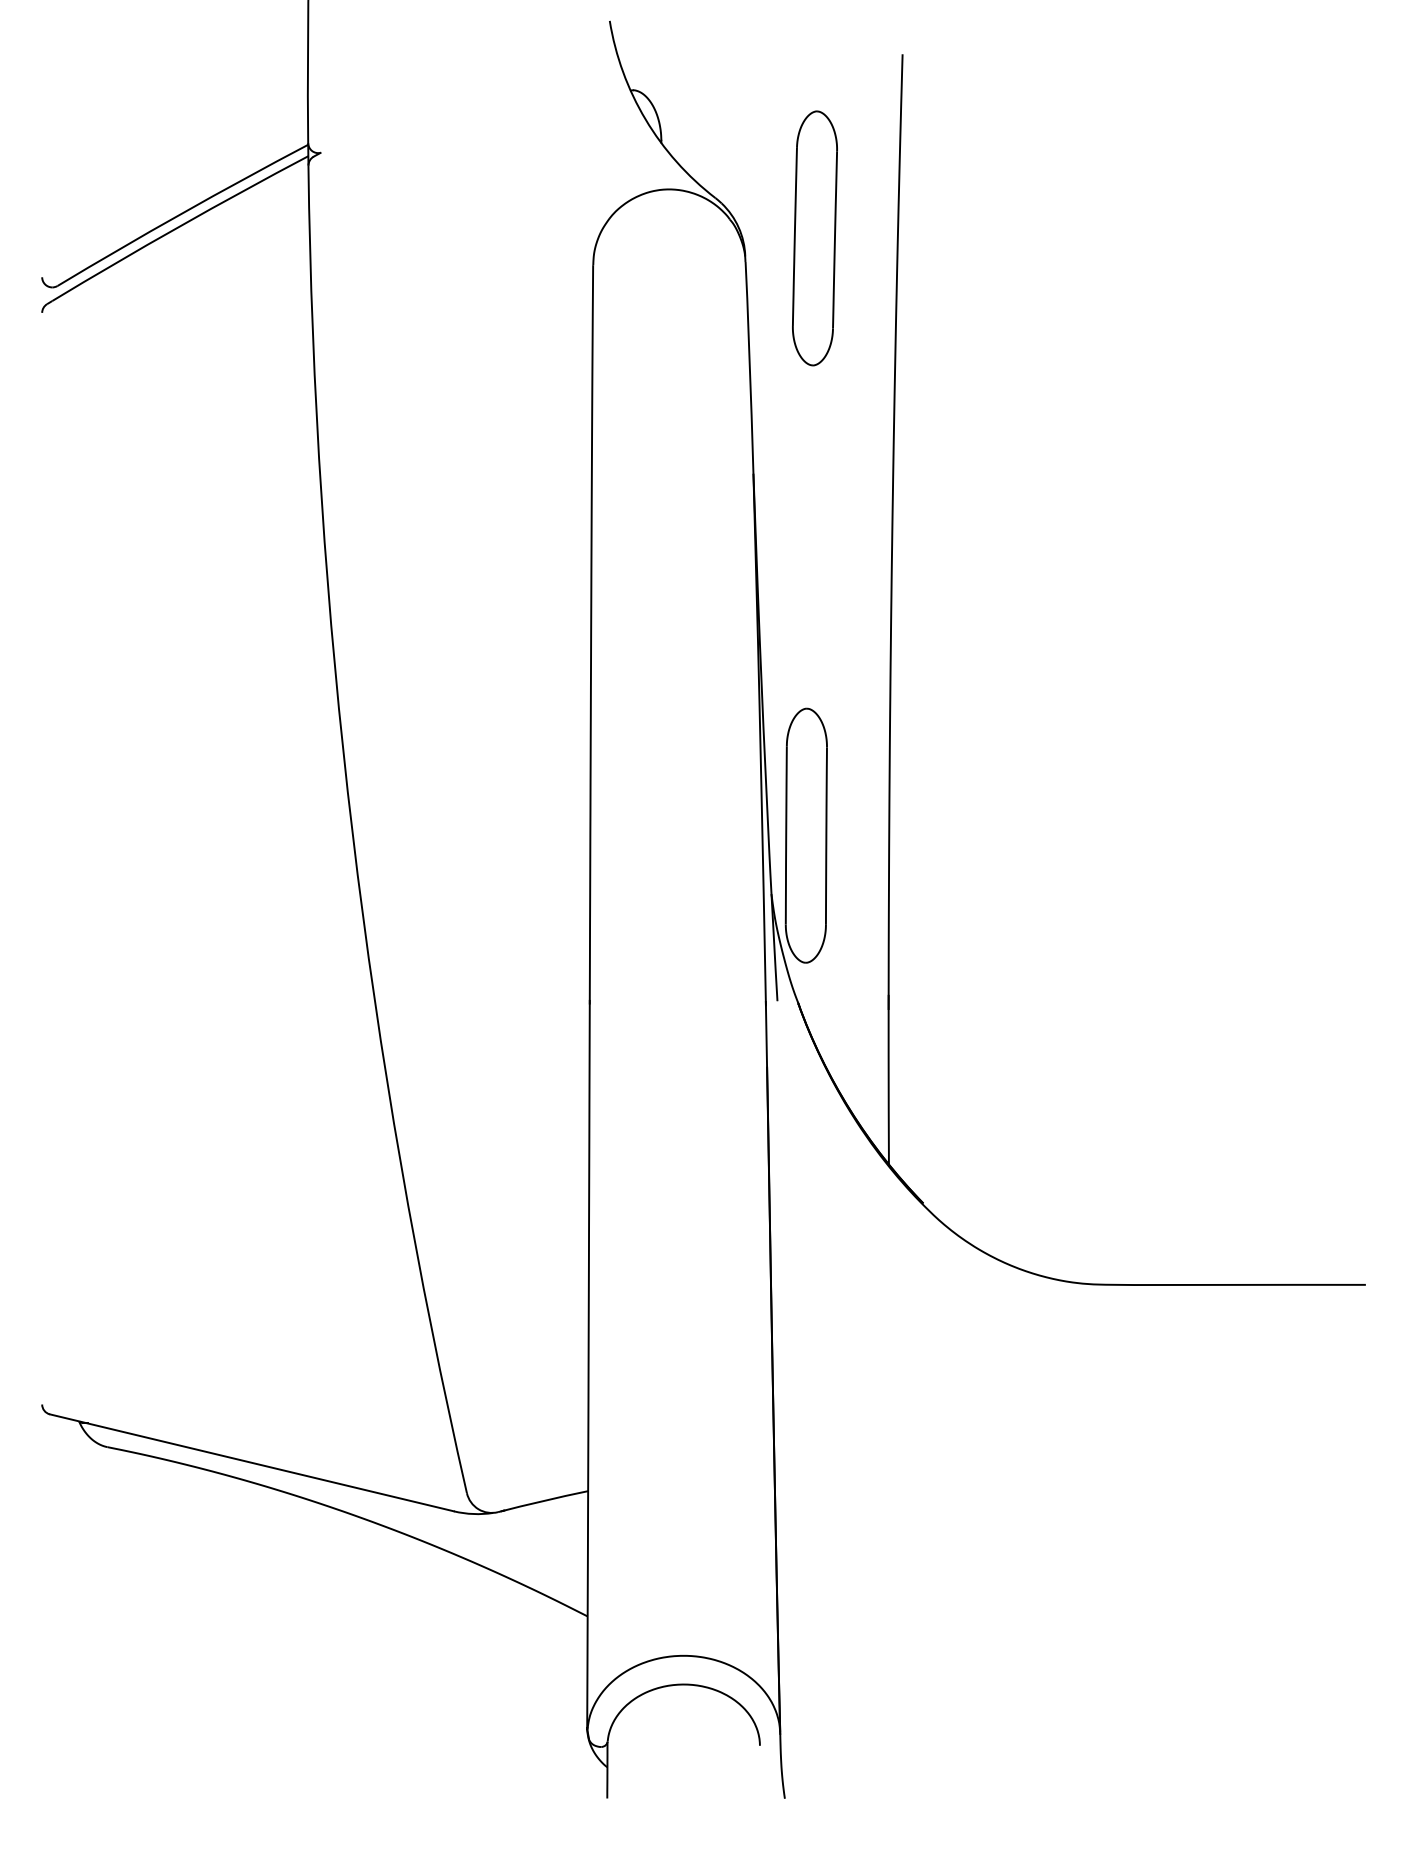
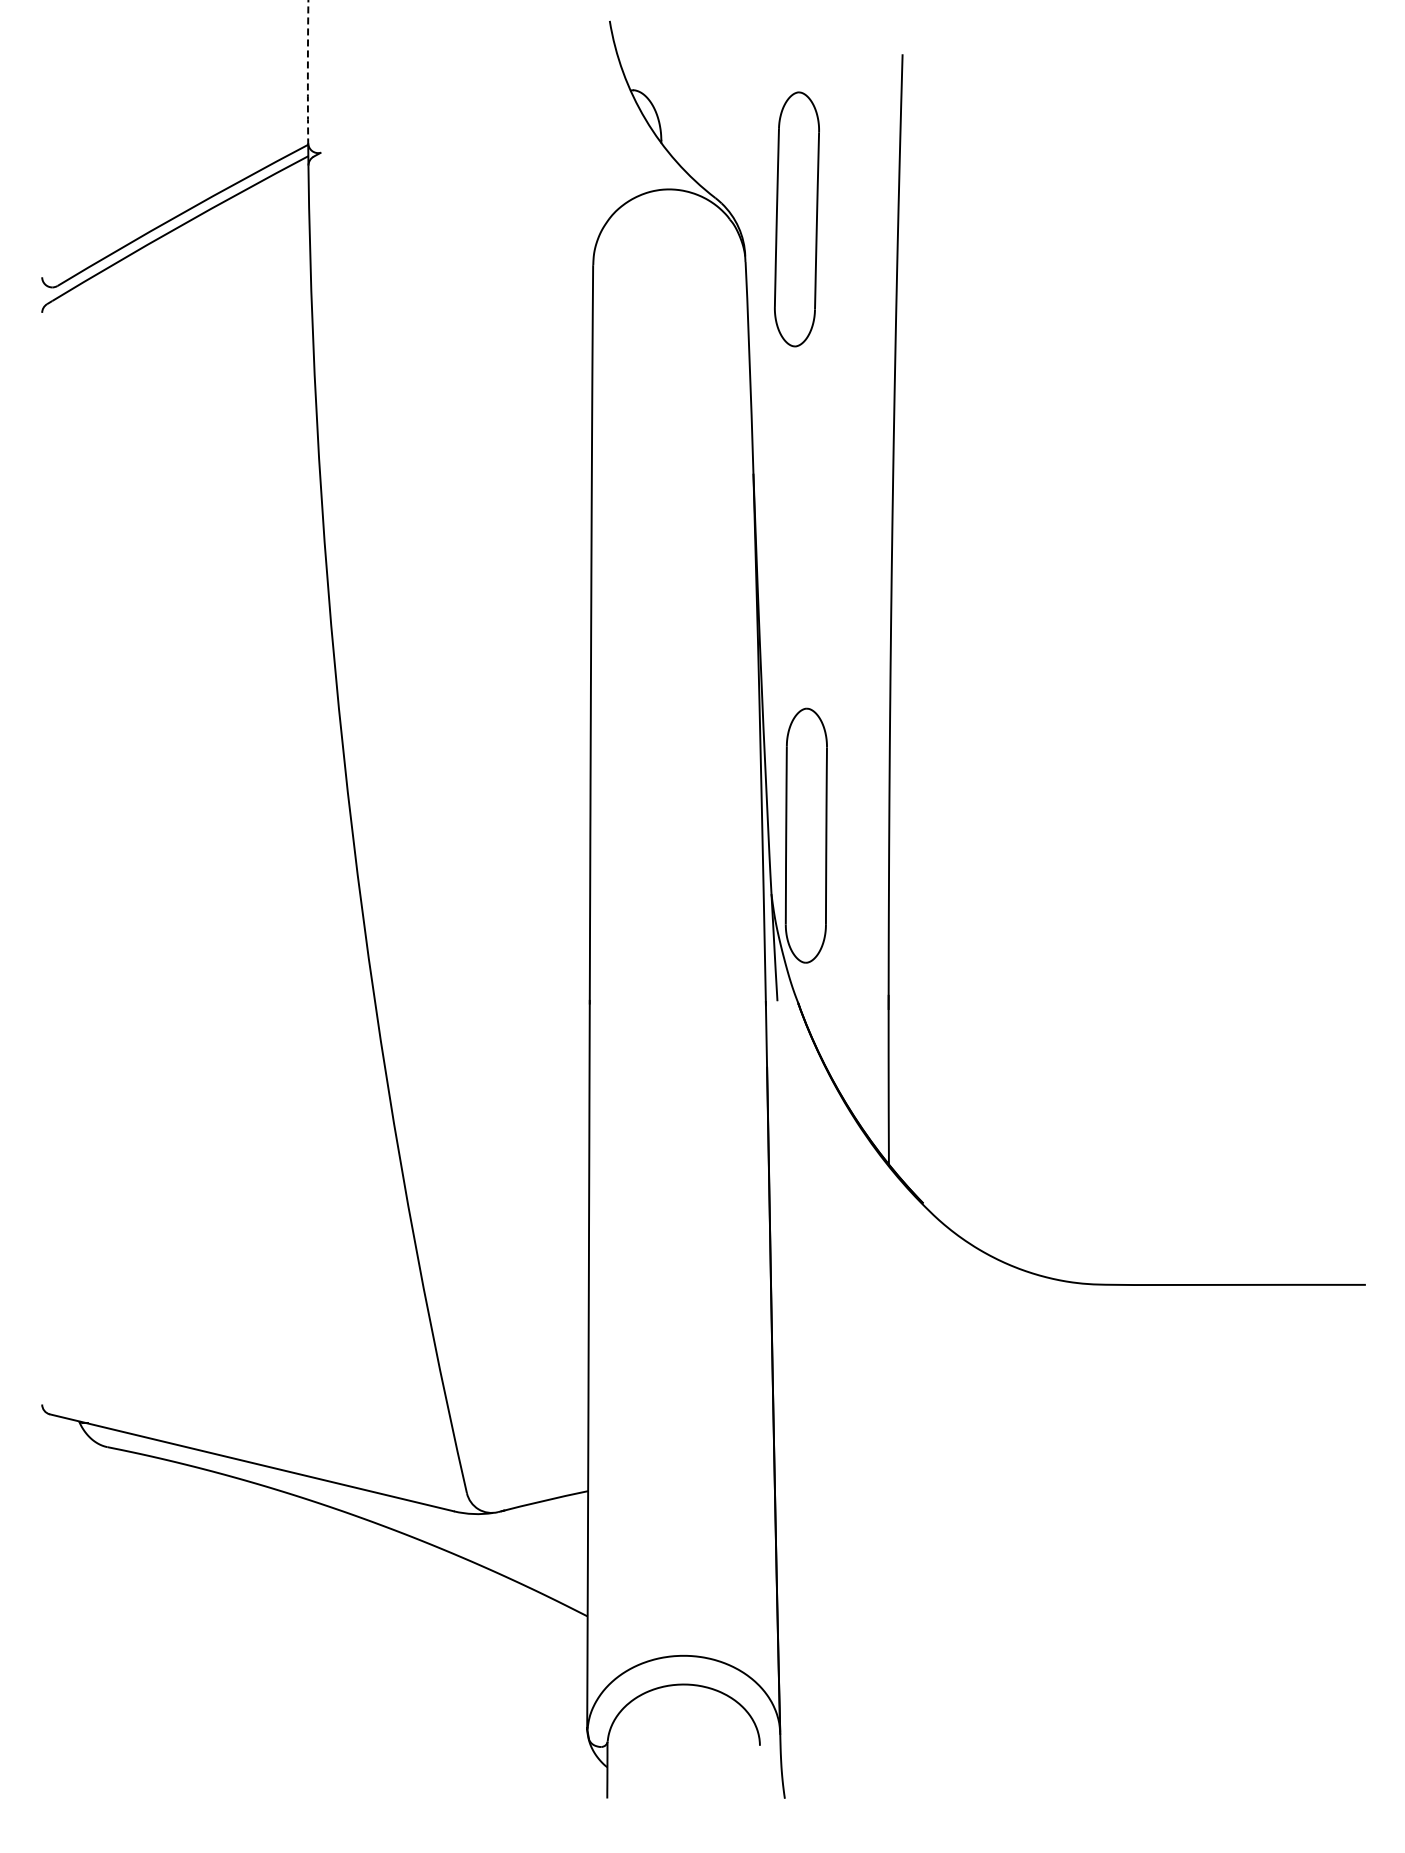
arc at (307, 71): solid -> dashed
part at (814, 238) position: (814, 238) -> (796, 219)
